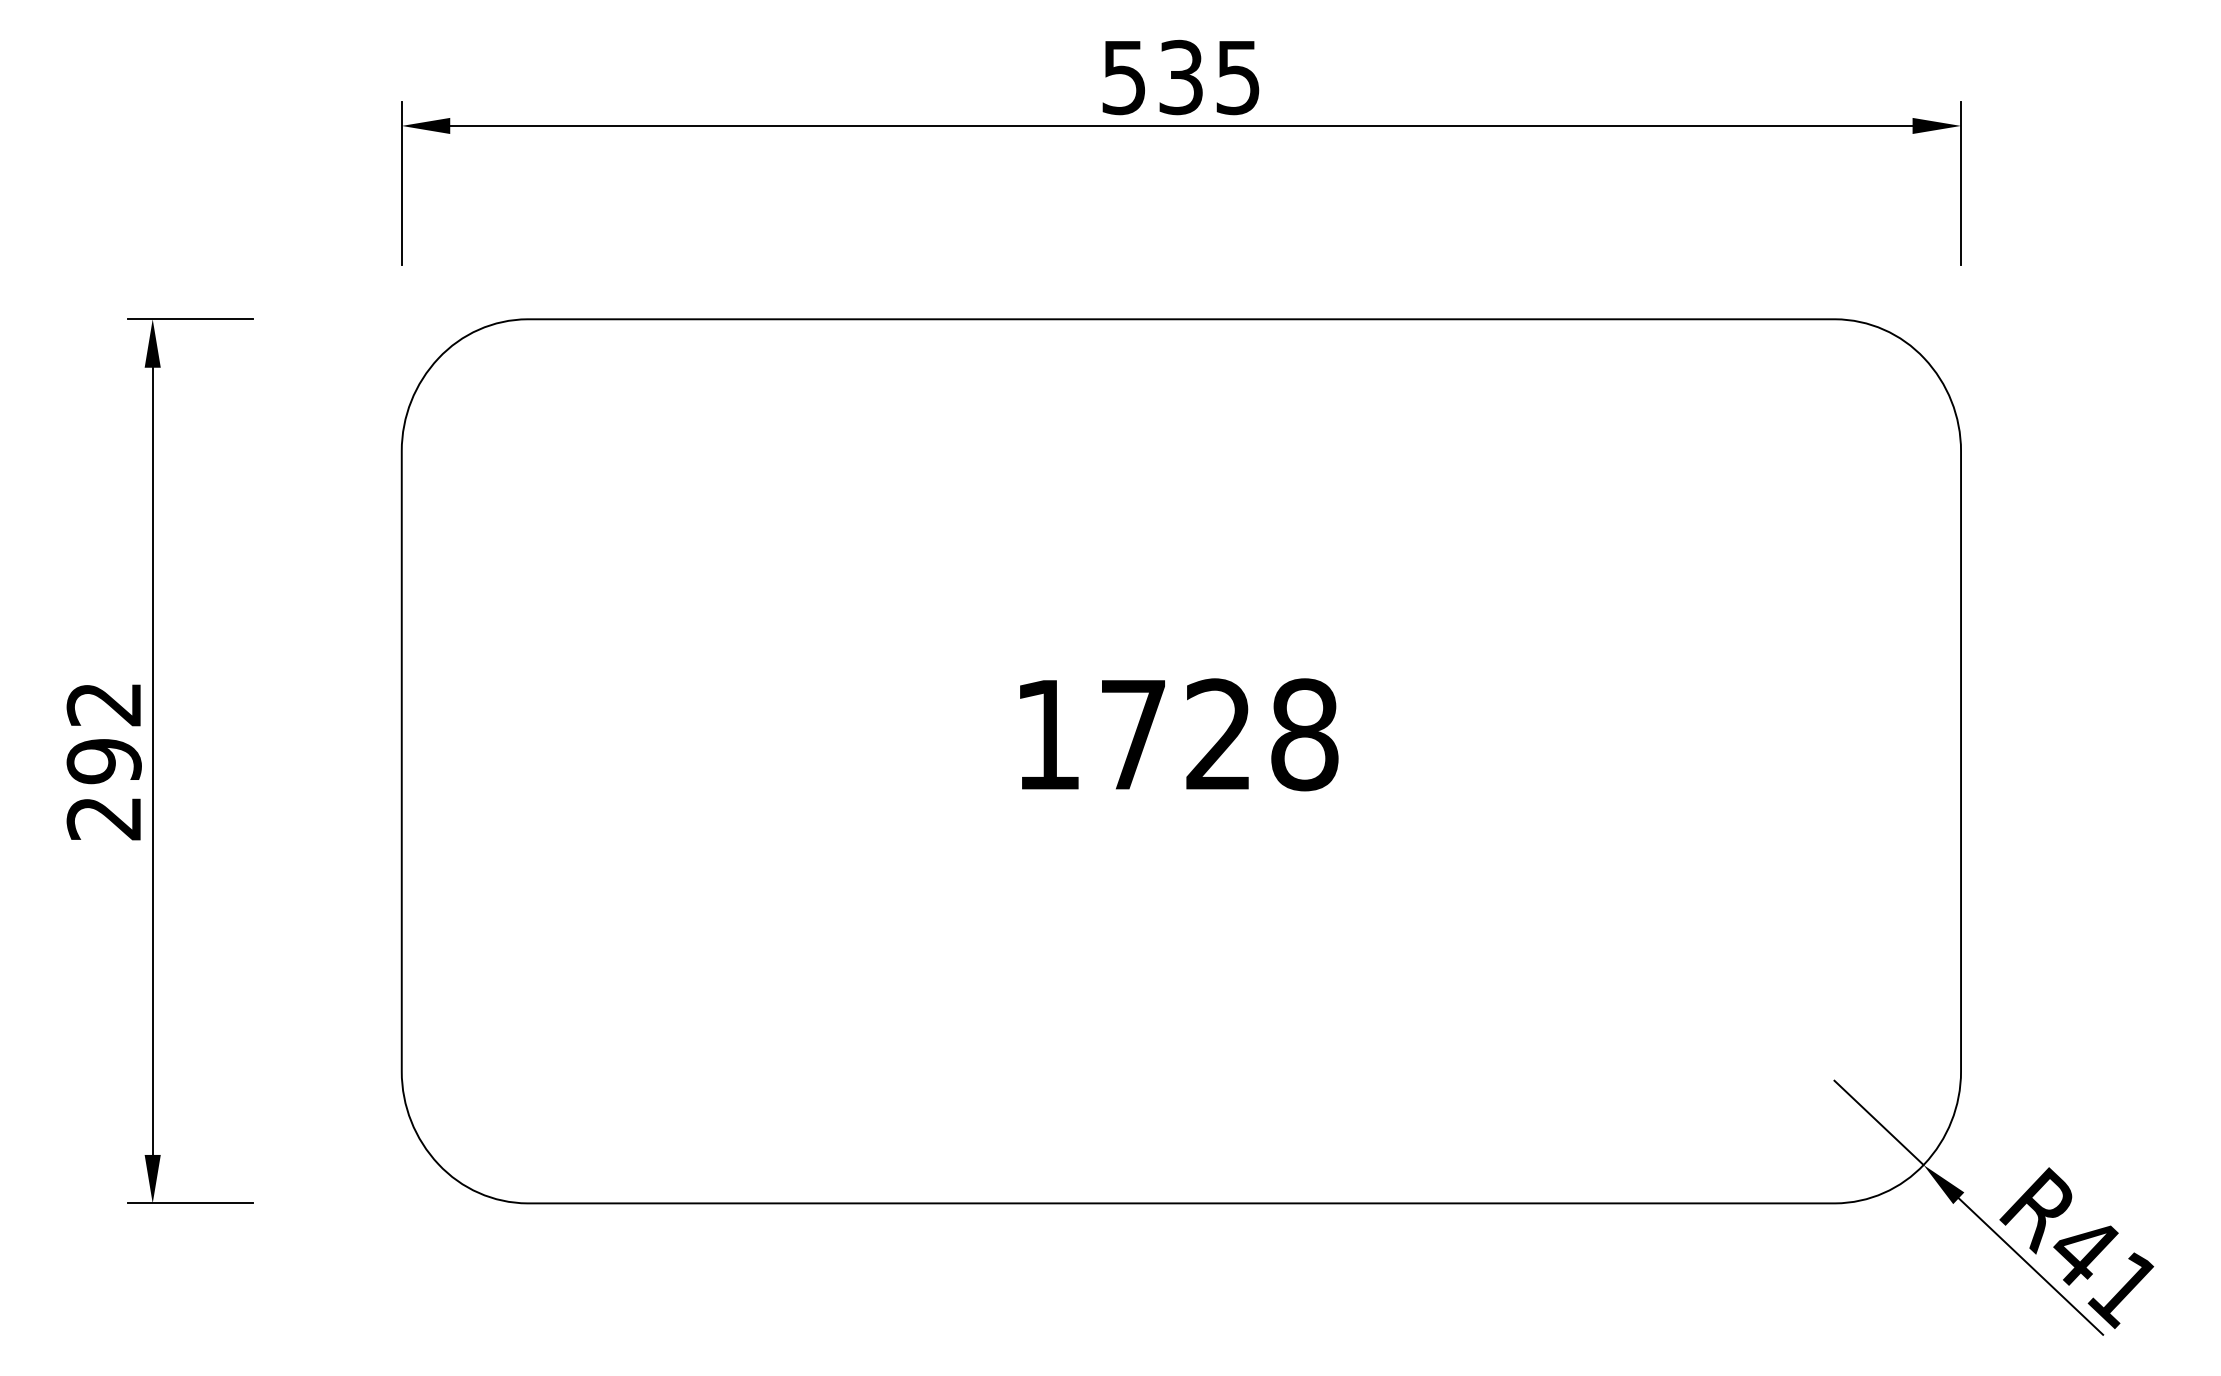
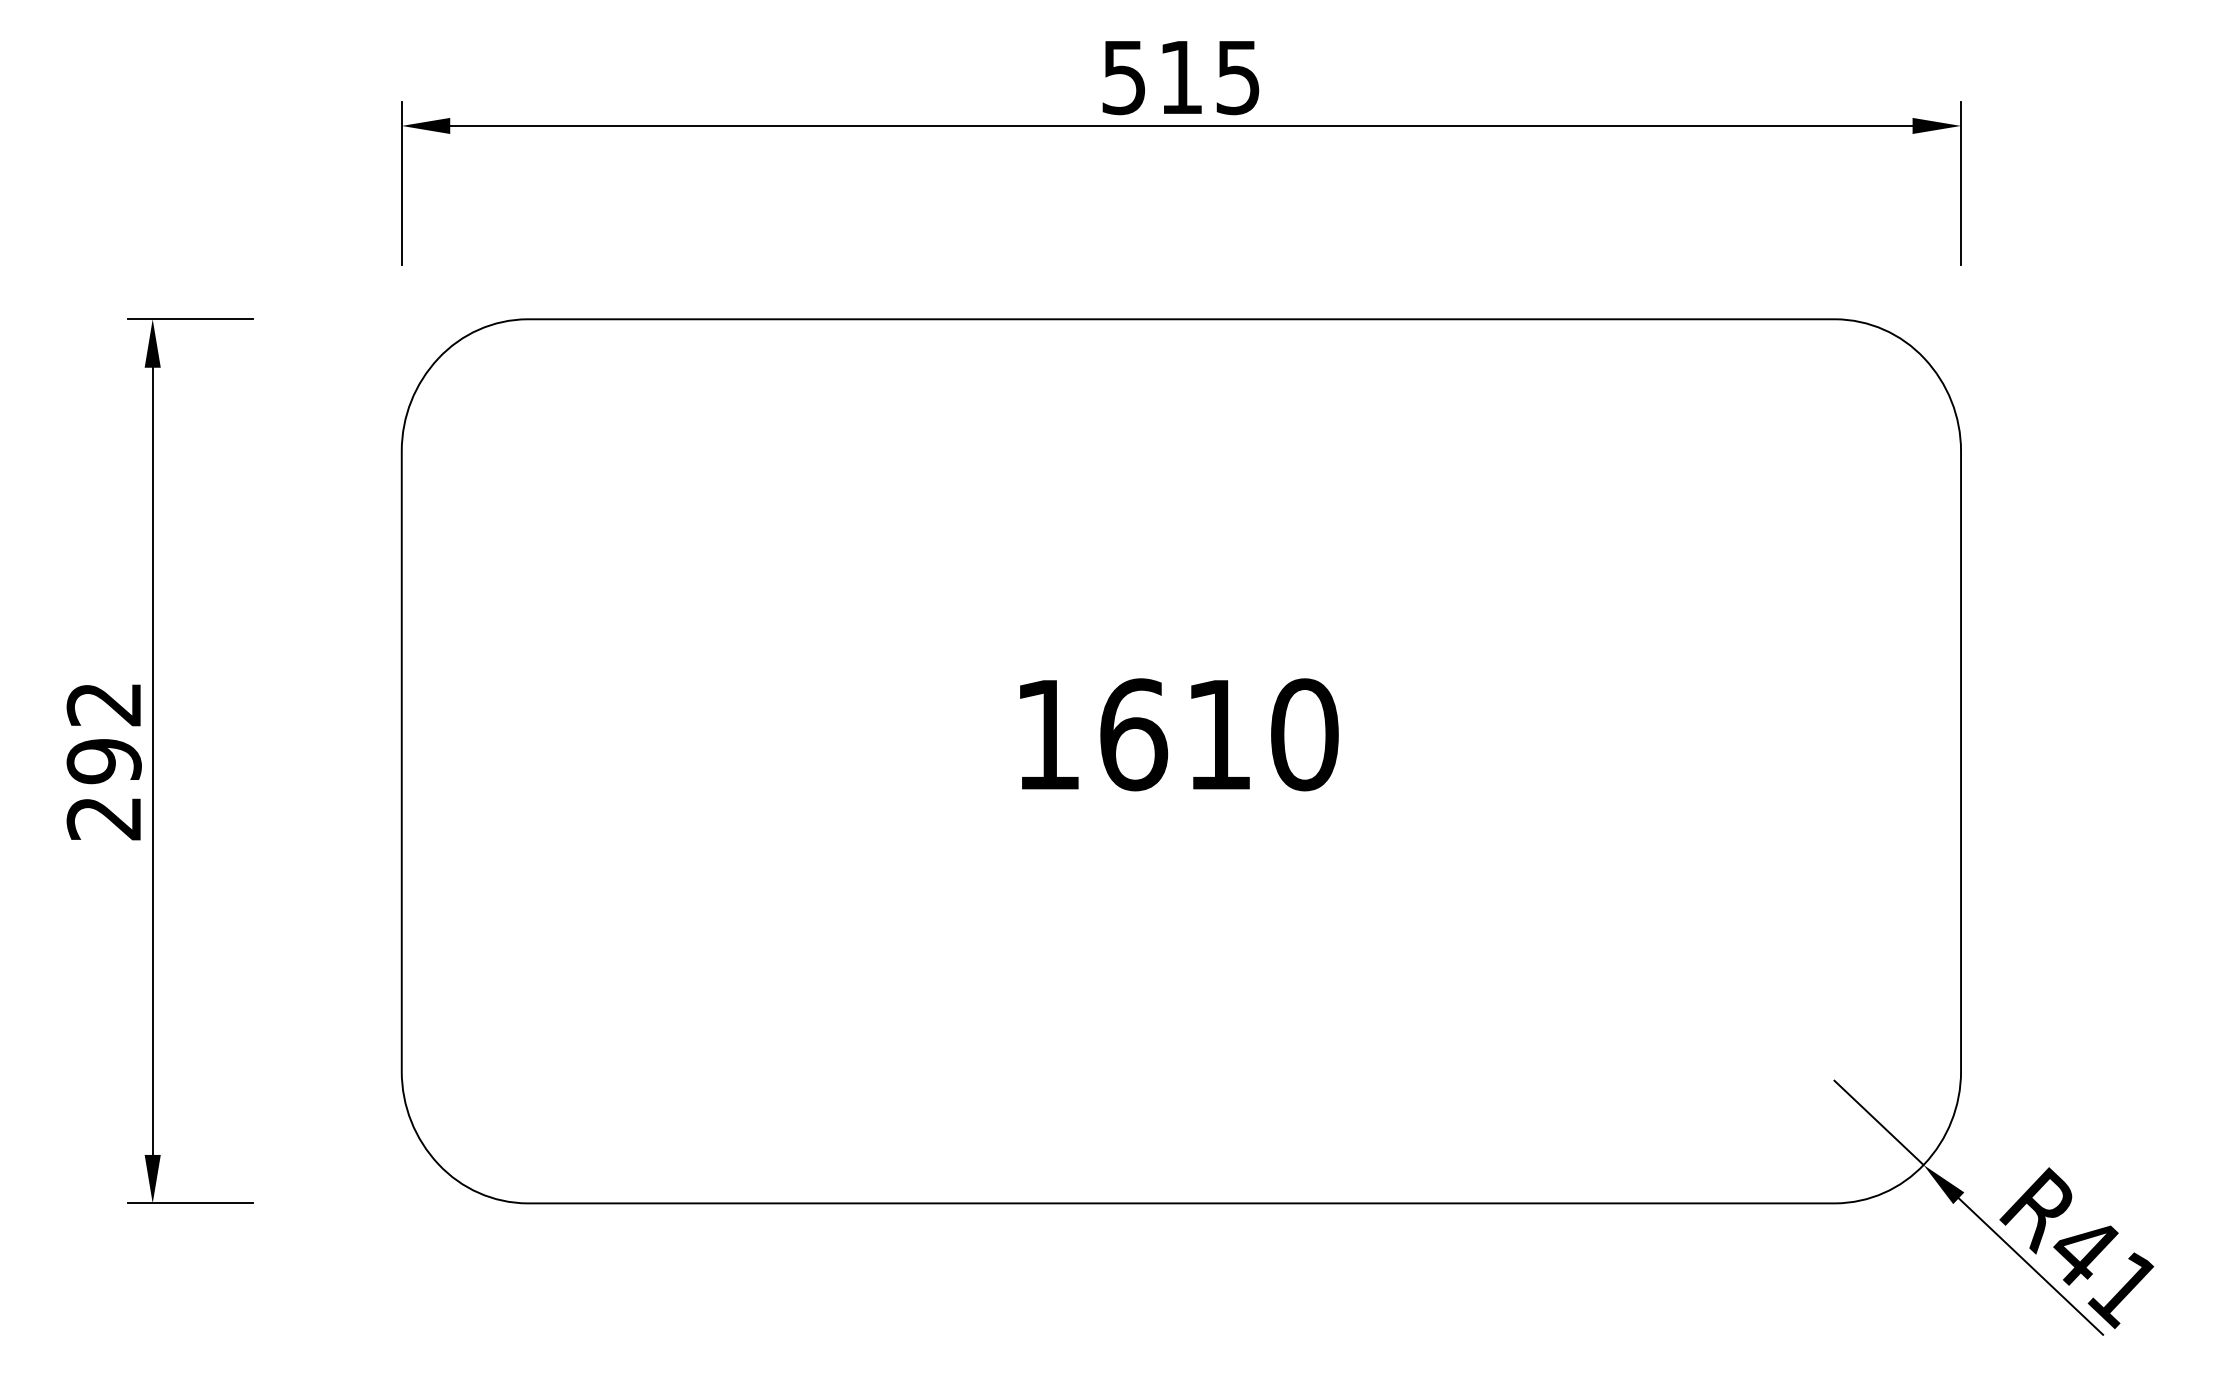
text at (1180, 77): 535 -> 515
text at (1219, 734): 1728 -> 1610
